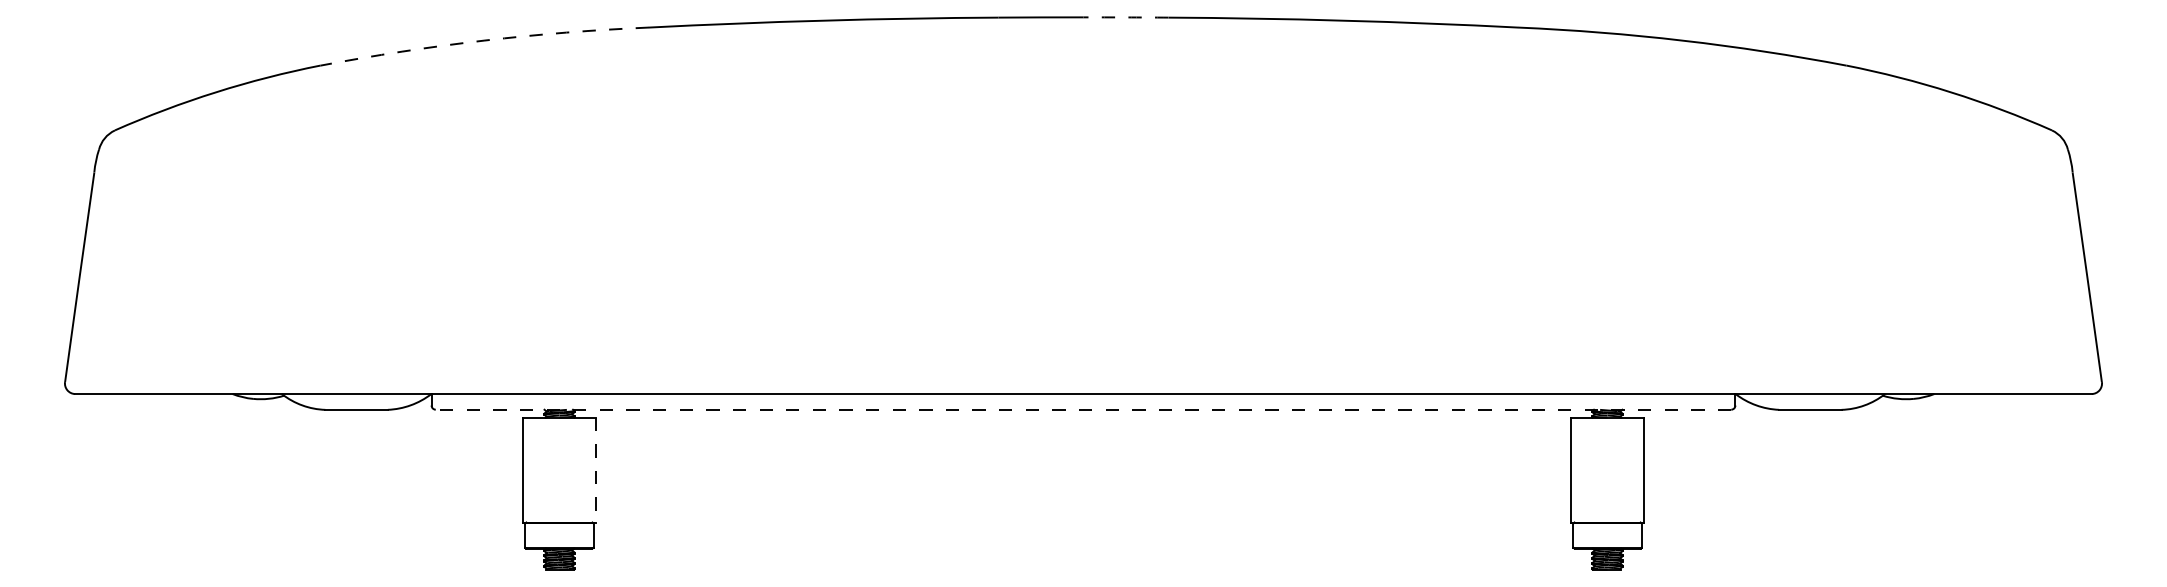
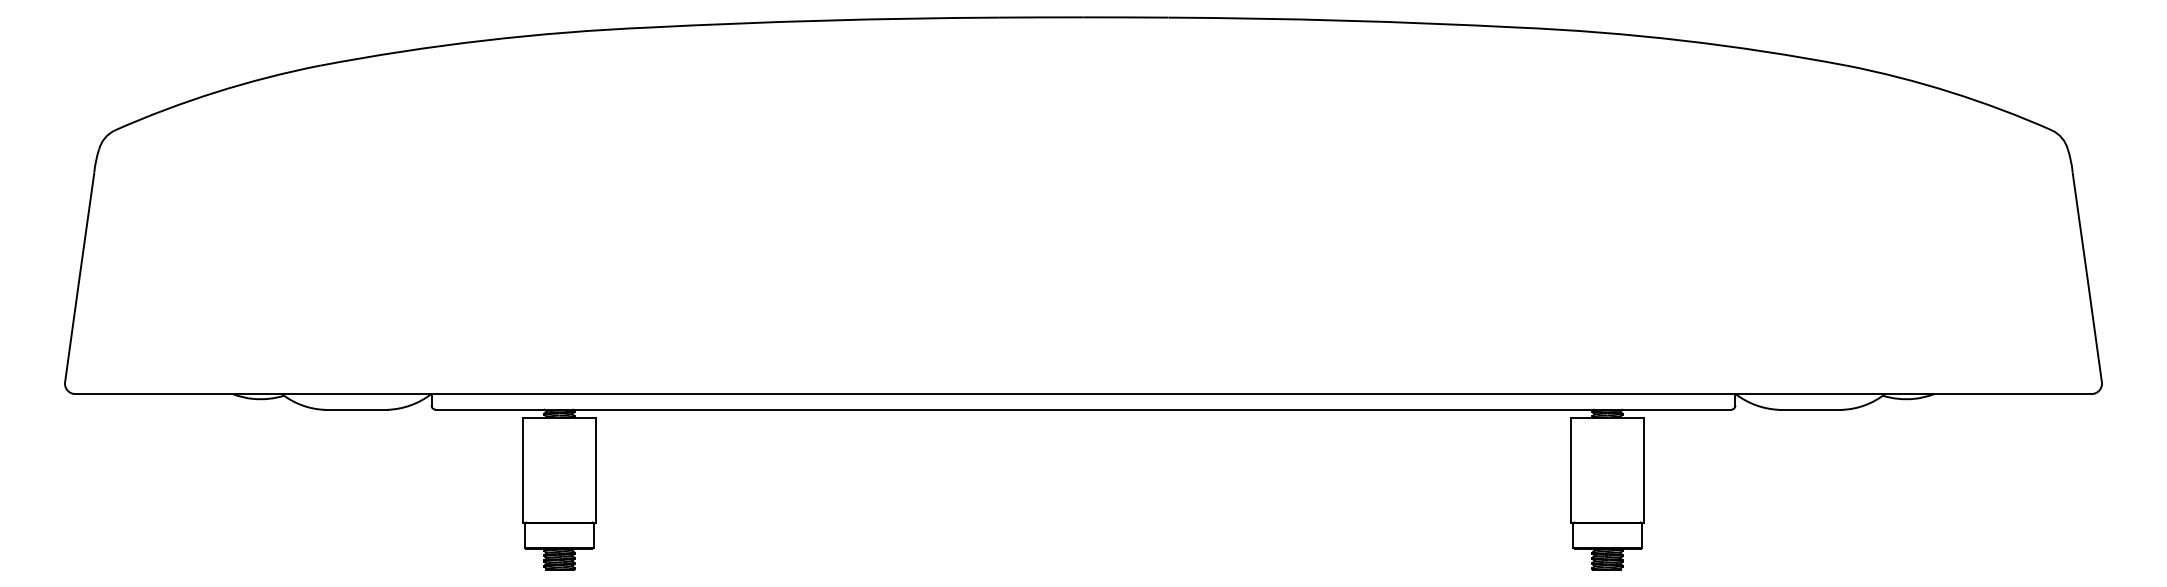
arc at (1125, 17): dashed -> solid
arc at (484, 40): dashed -> solid
line at (1083, 409): dashed -> solid
line at (596, 470): dashed -> solid
